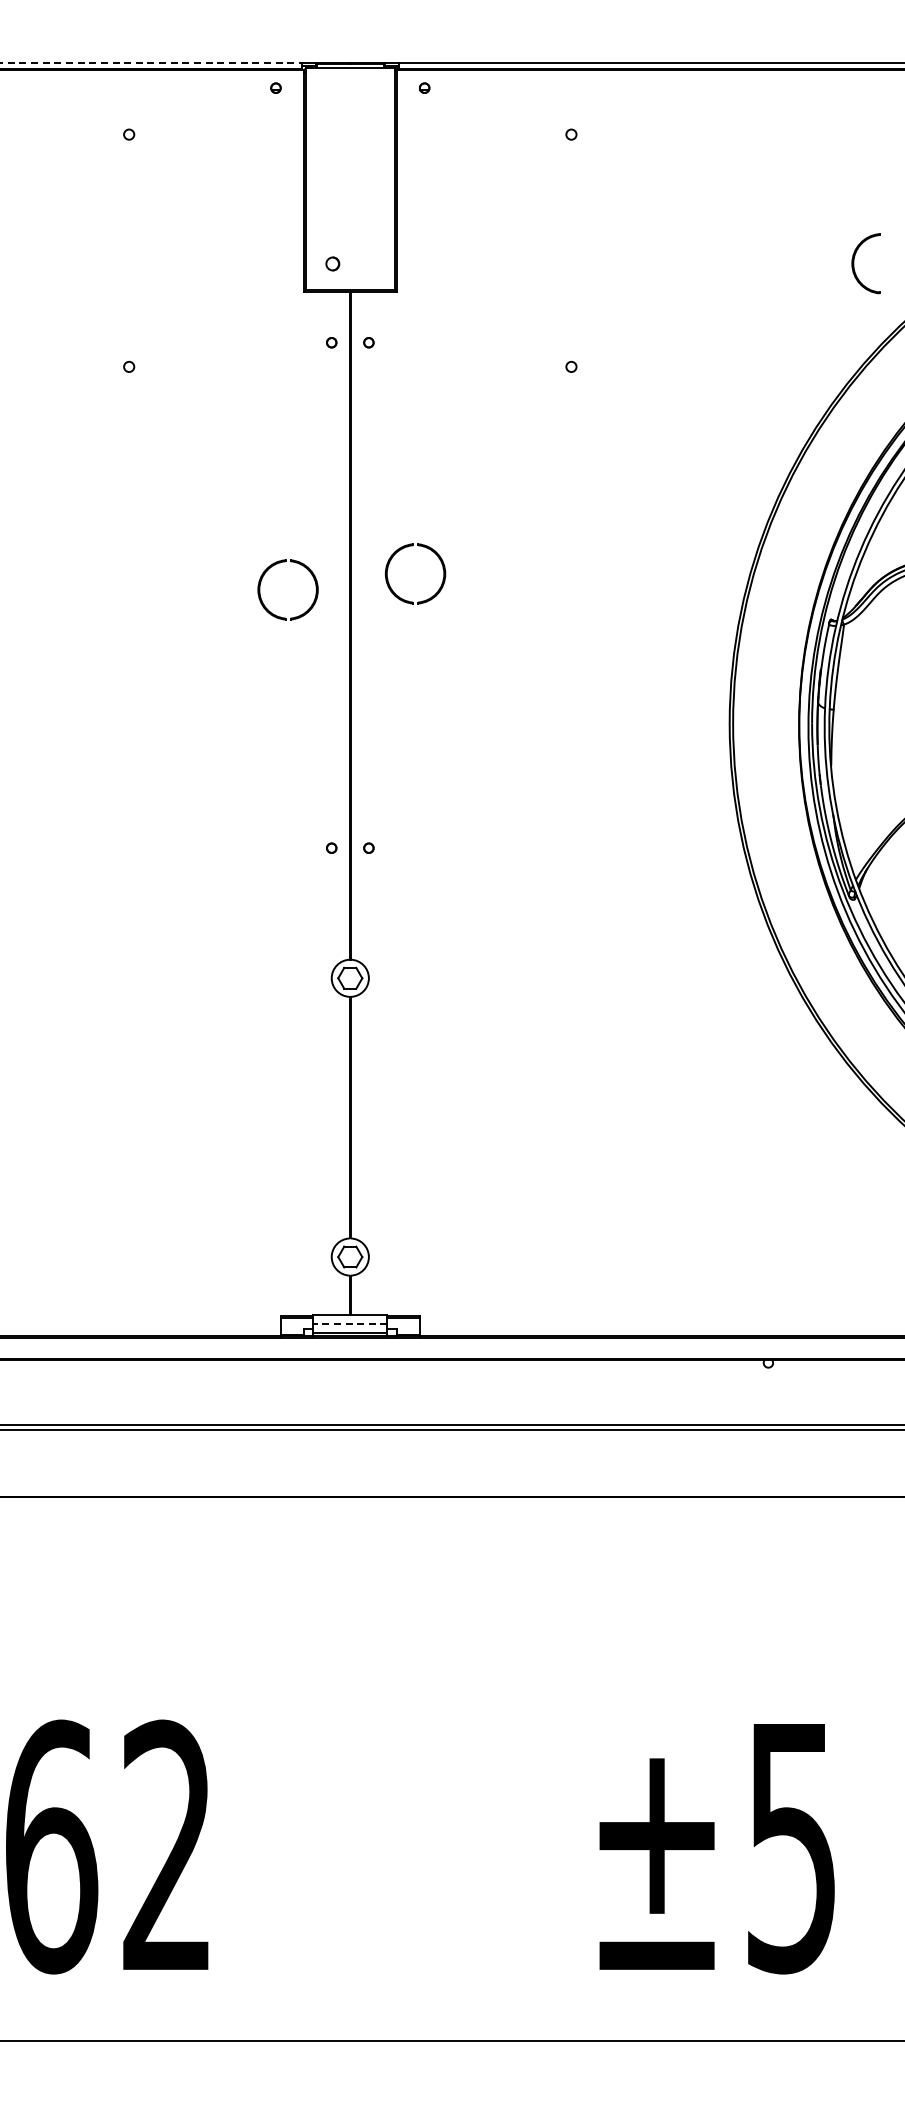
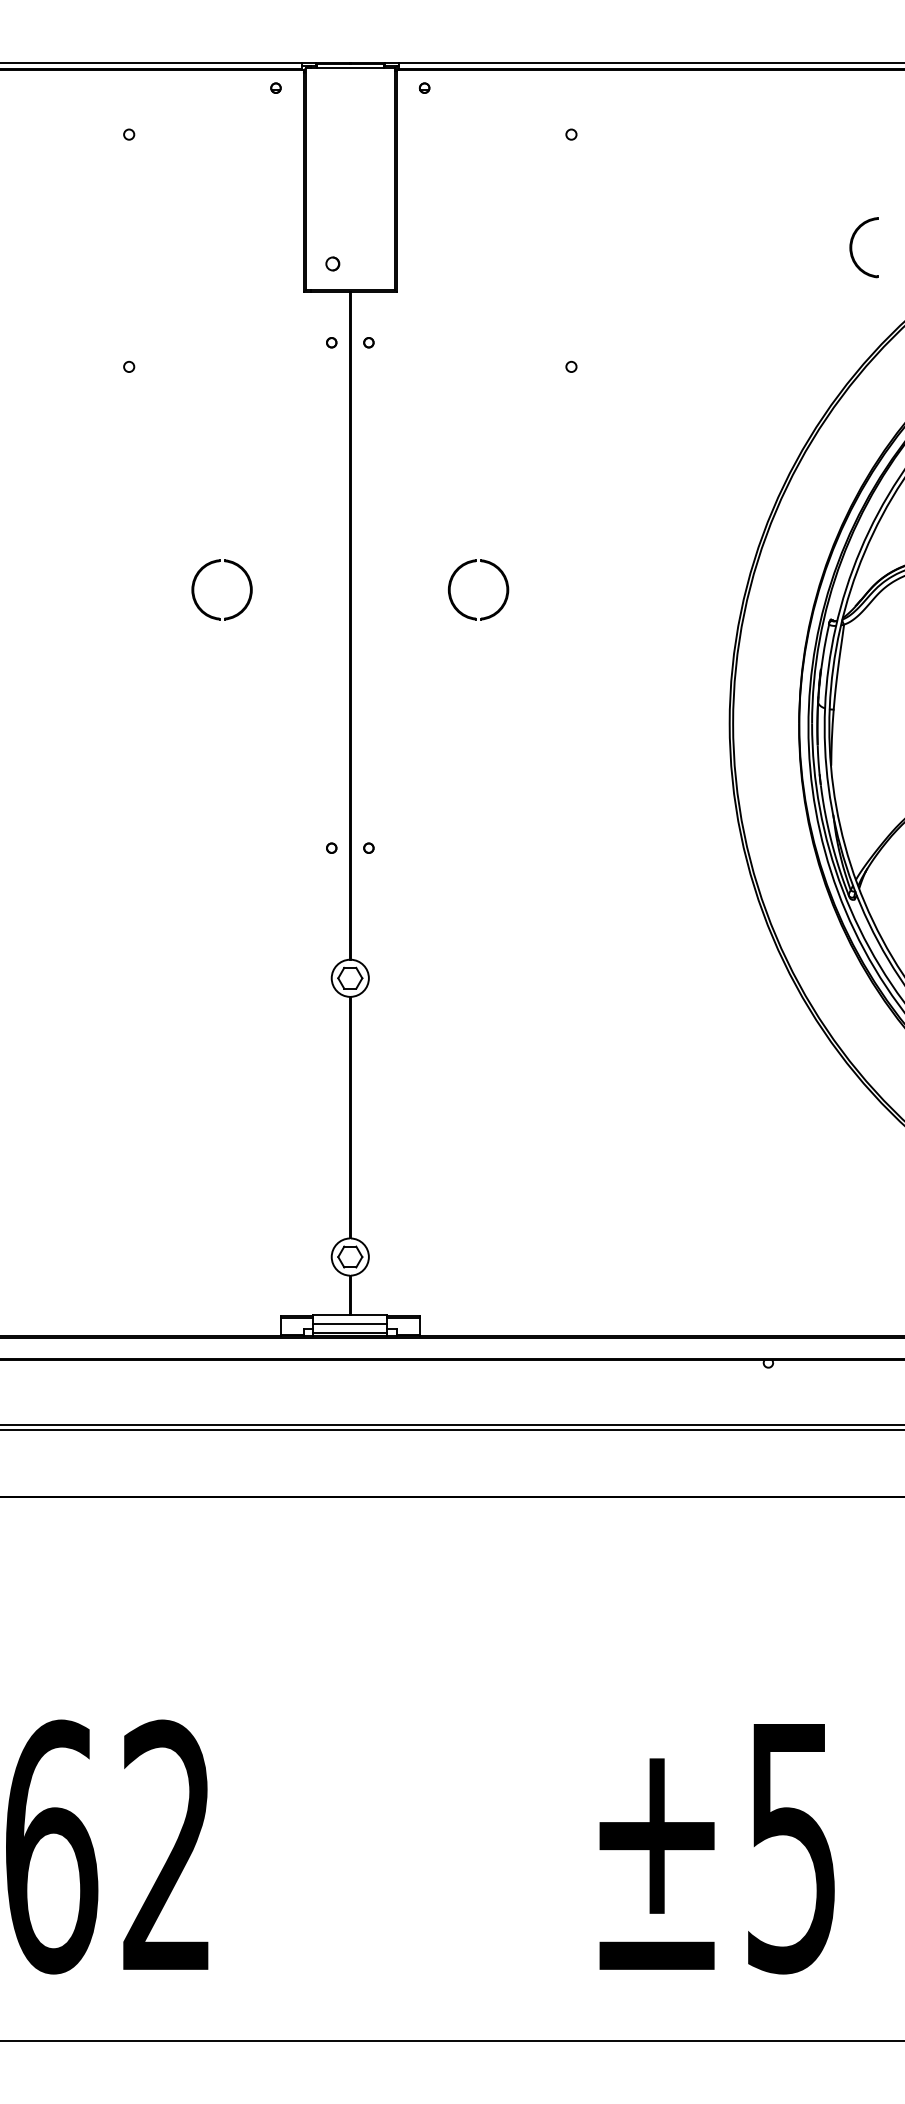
line at (151, 63): dashed -> solid
part at (854, 263) position: (854, 263) -> (852, 247)
part at (412, 546) position: (412, 546) -> (475, 562)
part at (275, 565) position: (275, 565) -> (209, 565)
line at (349, 1323): dashed -> solid
